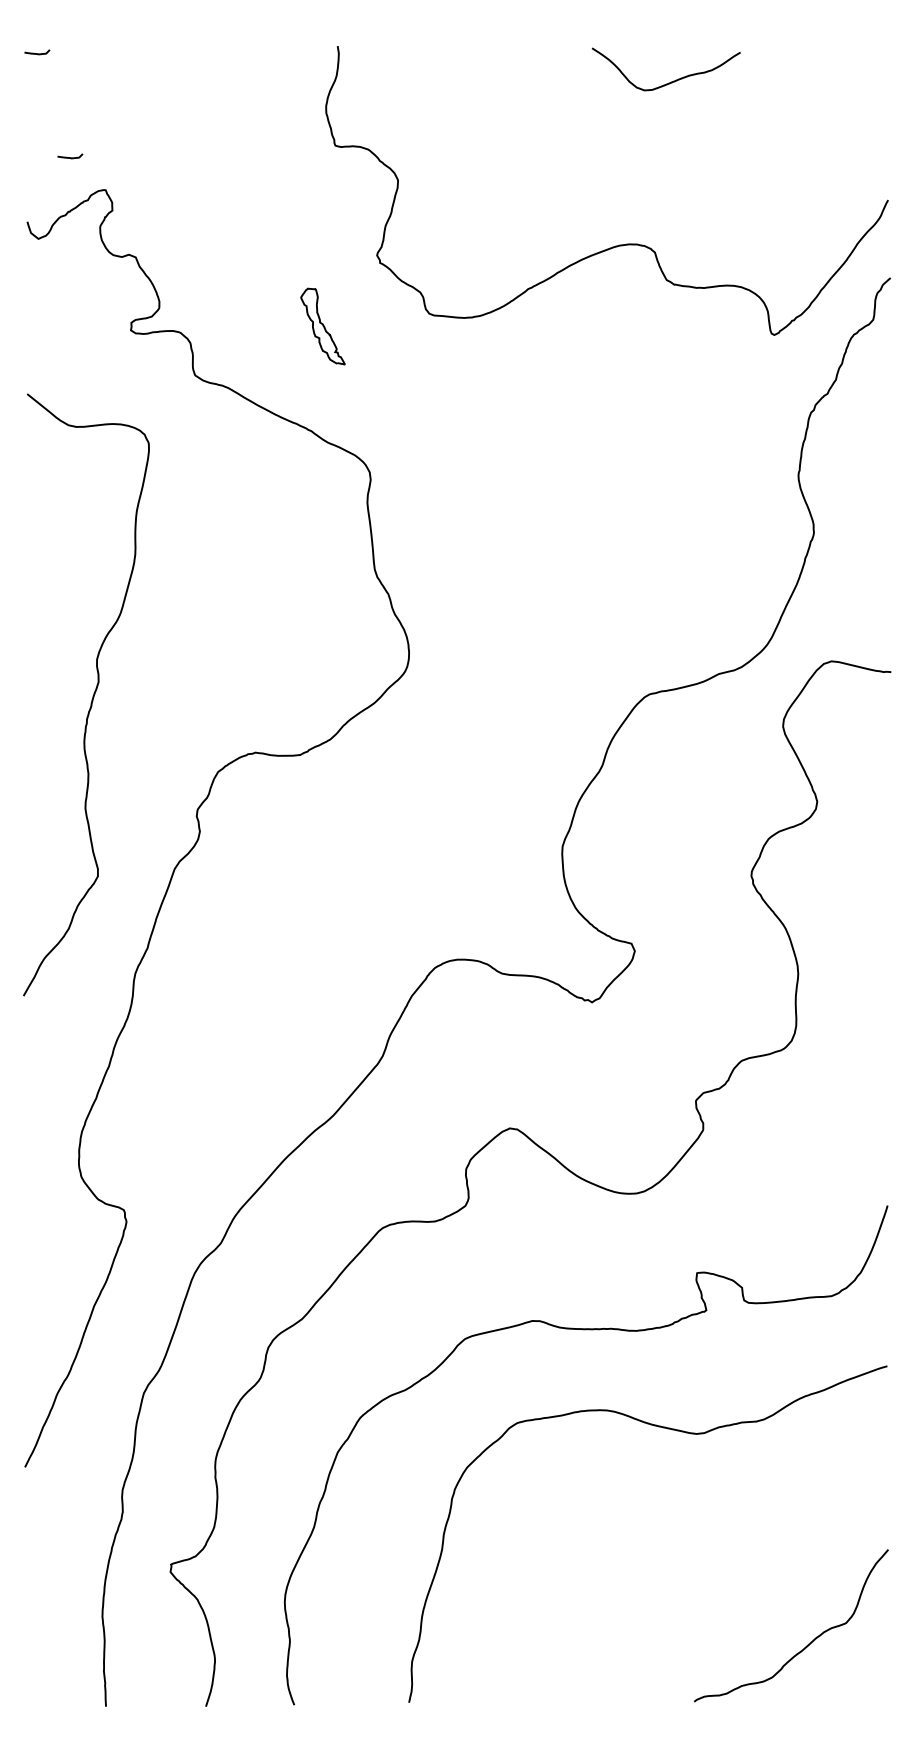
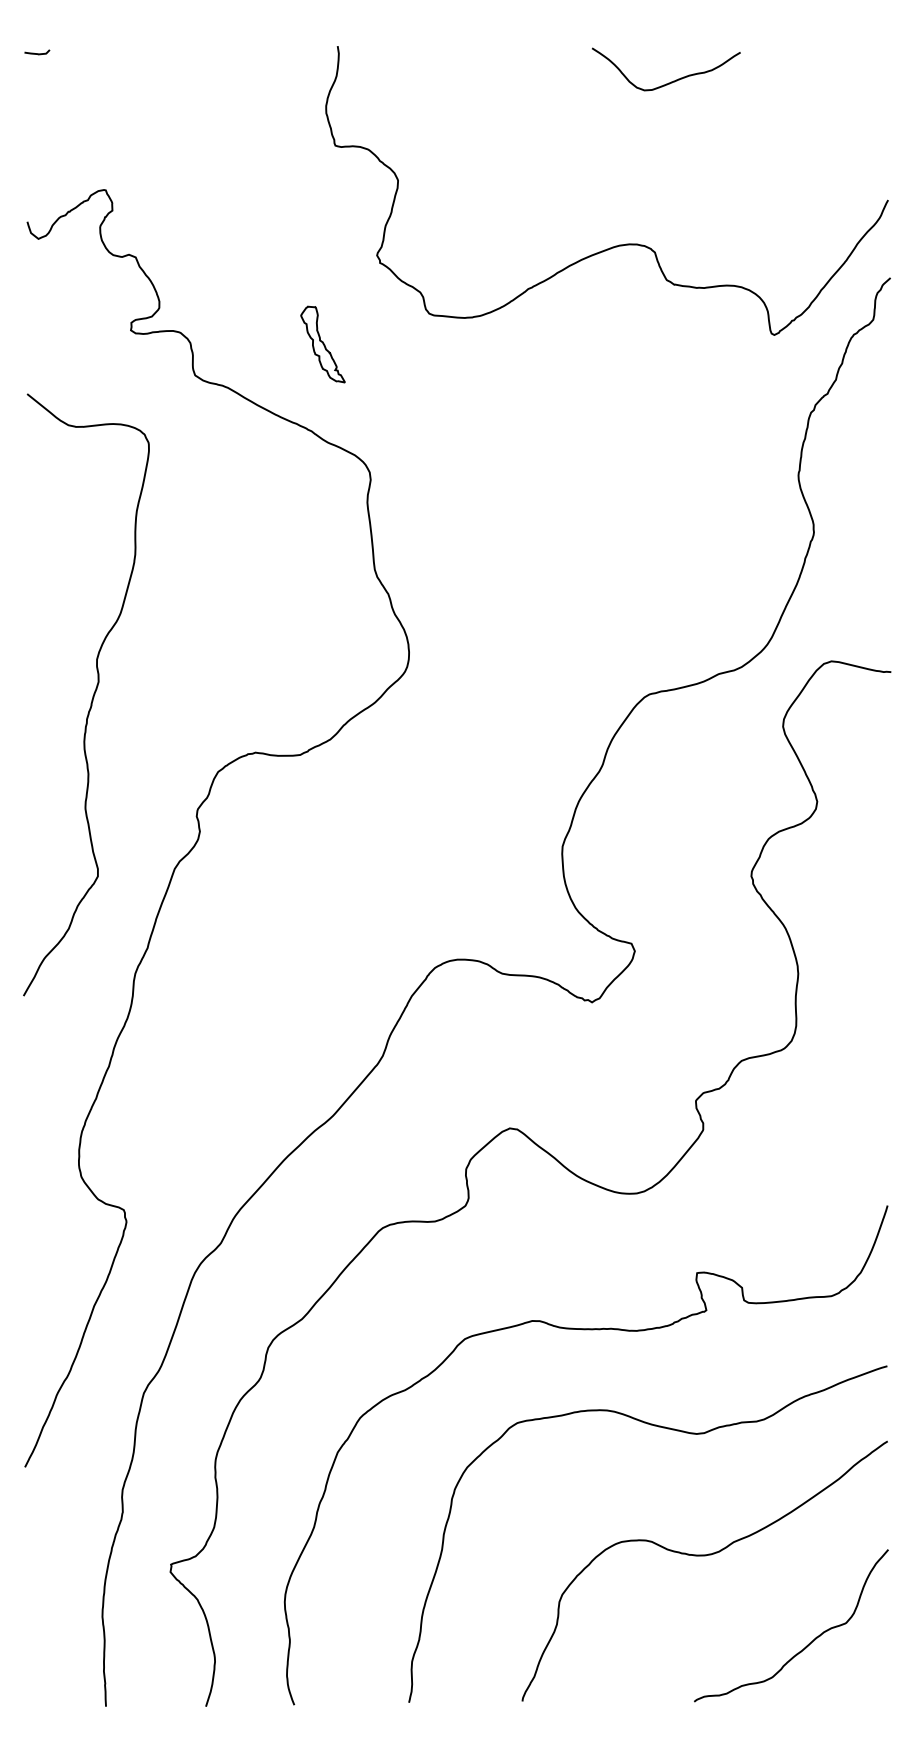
curve at (70, 157): present -> none
part at (322, 326) position: (322, 326) -> (322, 344)
curve at (704, 1556): none -> present
